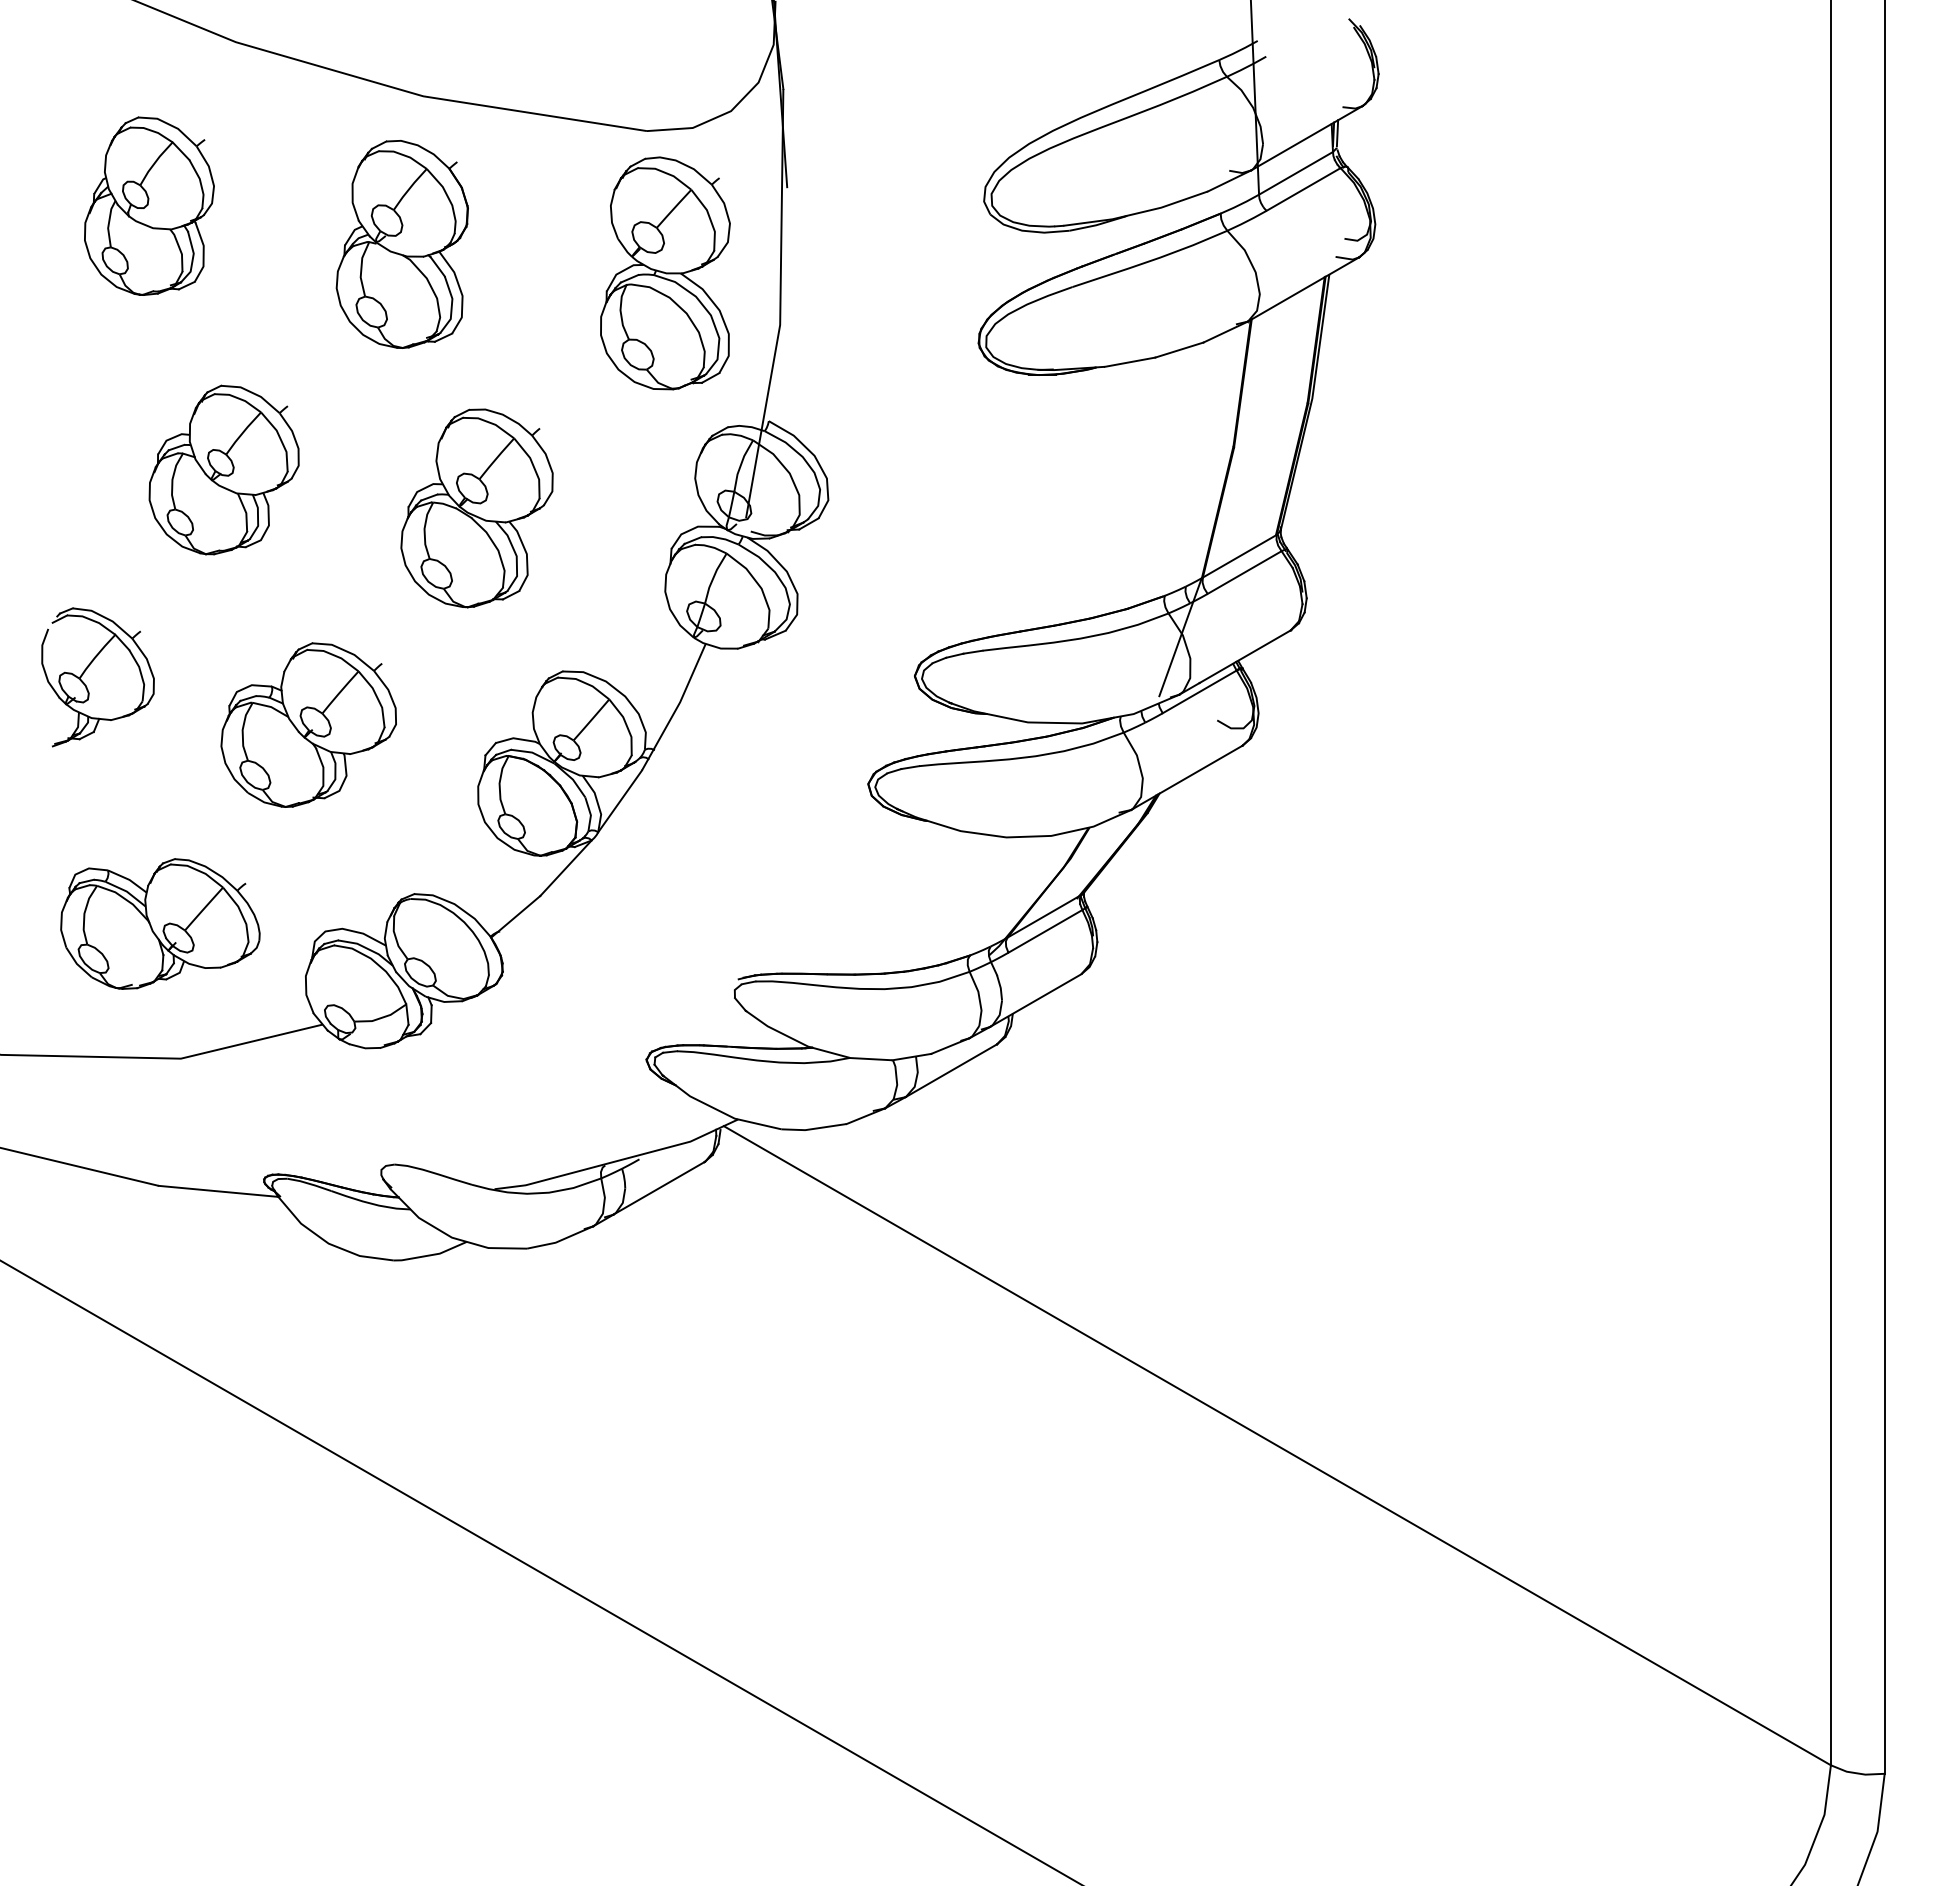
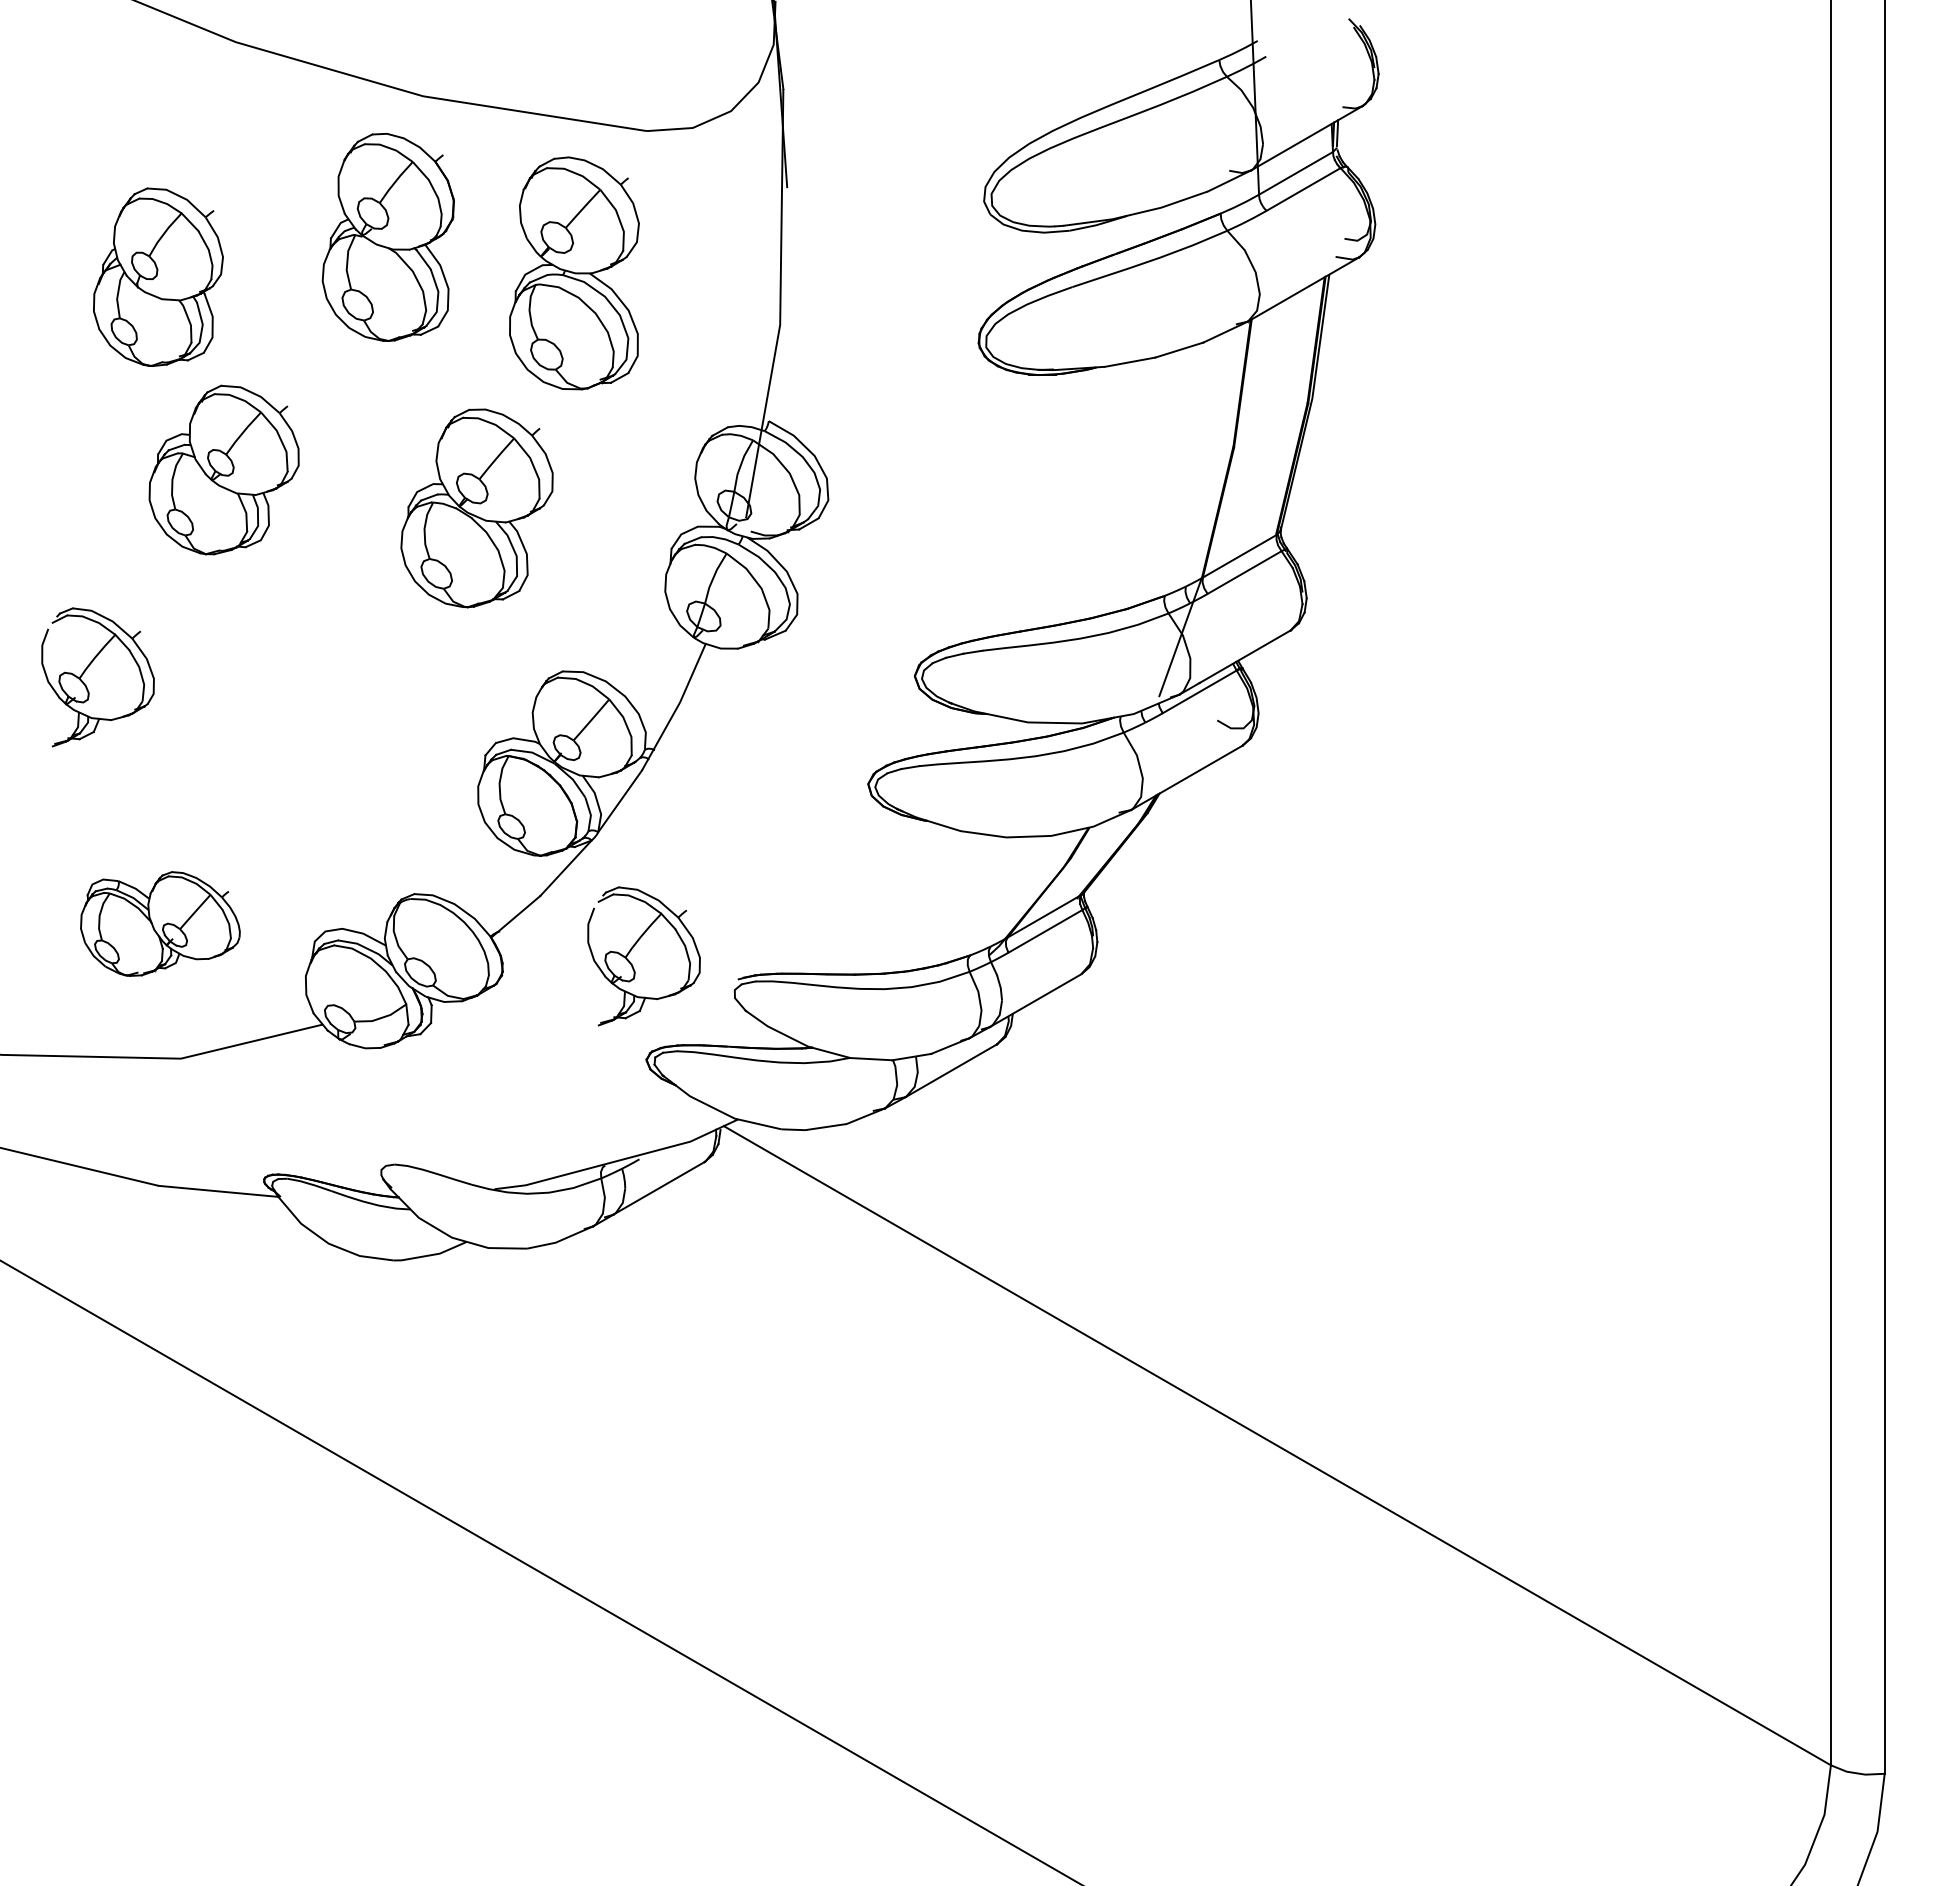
part at (149, 205) position: (149, 205) -> (158, 276)
part at (401, 244) position: (401, 244) -> (387, 237)
part at (665, 273) position: (665, 273) -> (574, 273)
part at (308, 724): present -> none
part at (160, 923) size: 201x132 px -> 161x106 px
part at (643, 956): none -> present
